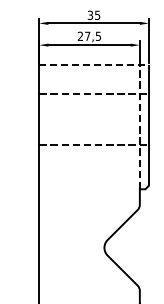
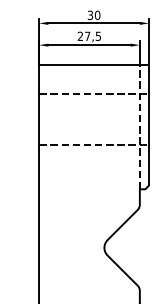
text at (97, 14): 35 -> 30
line at (94, 64): dashed -> solid
